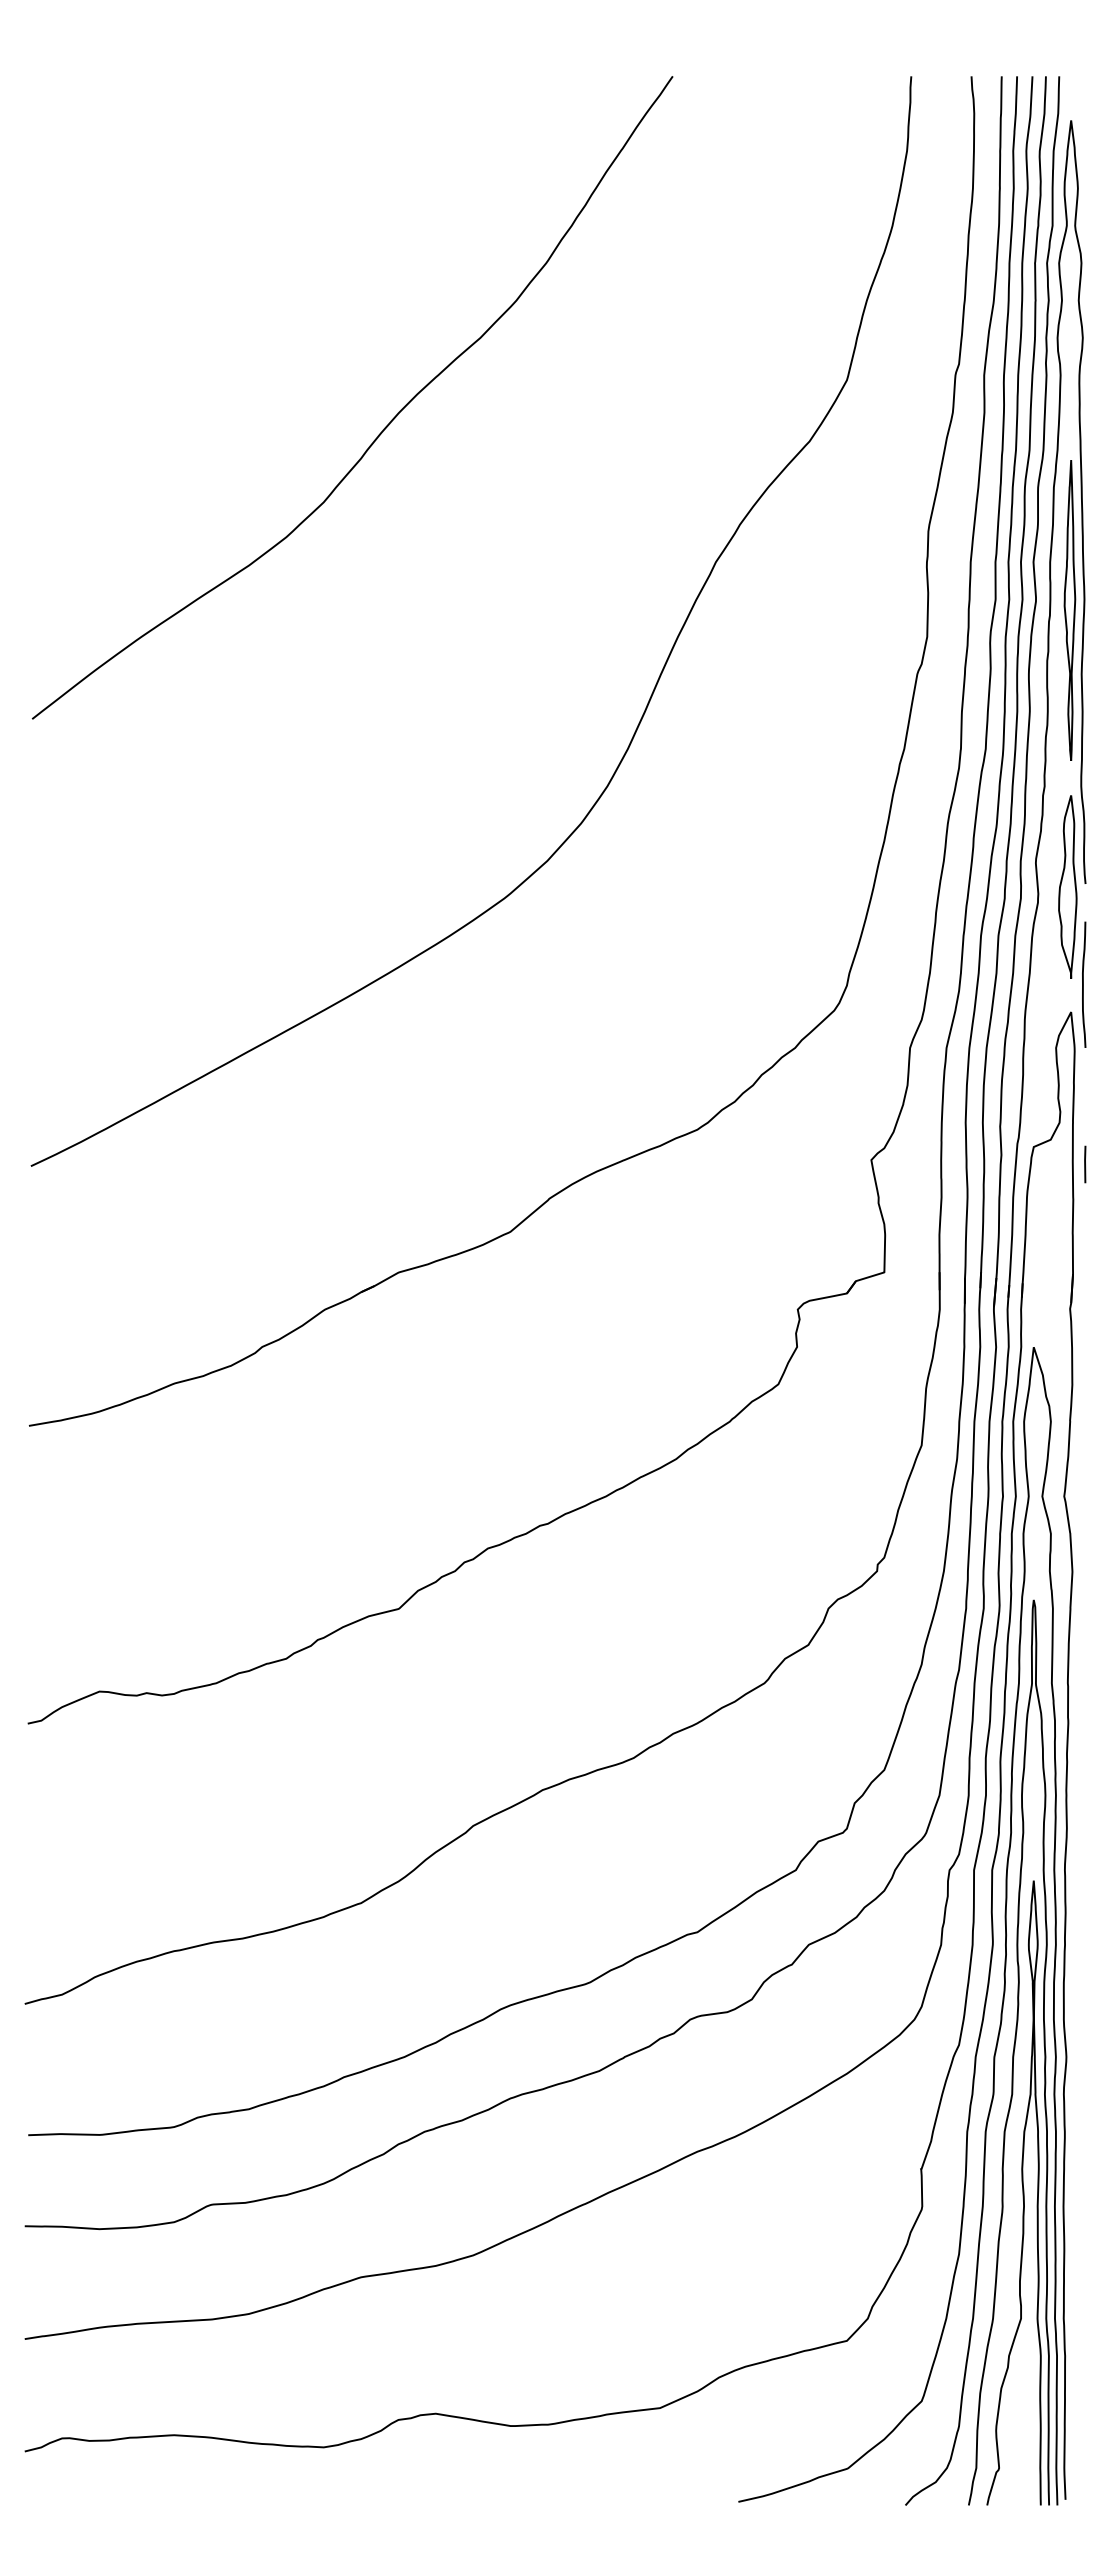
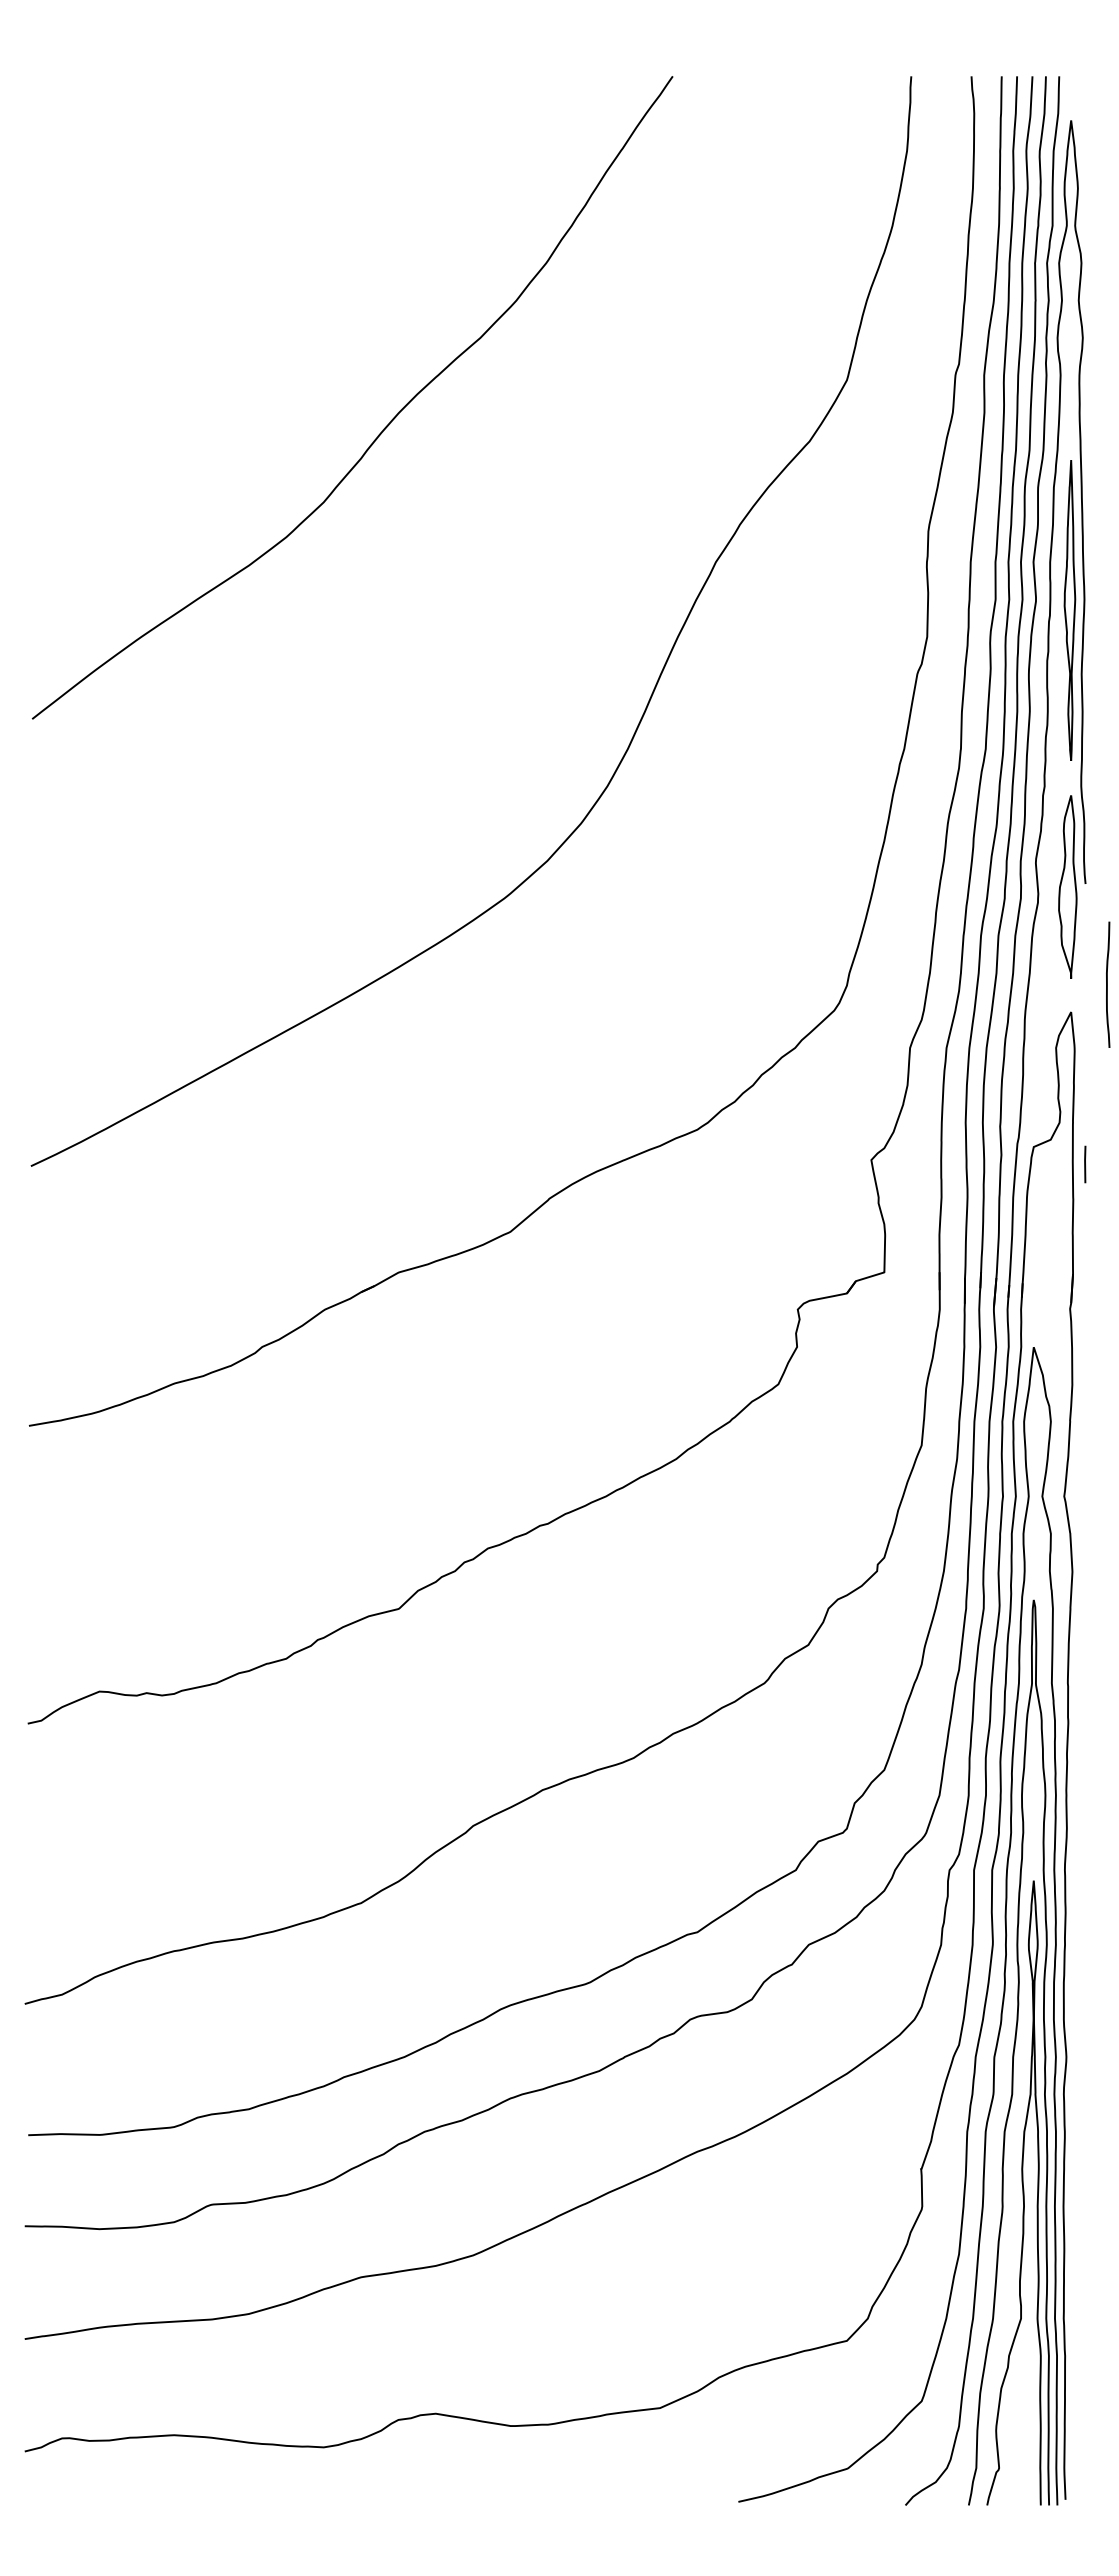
curve at (1083, 984) position: (1083, 984) -> (1107, 984)
